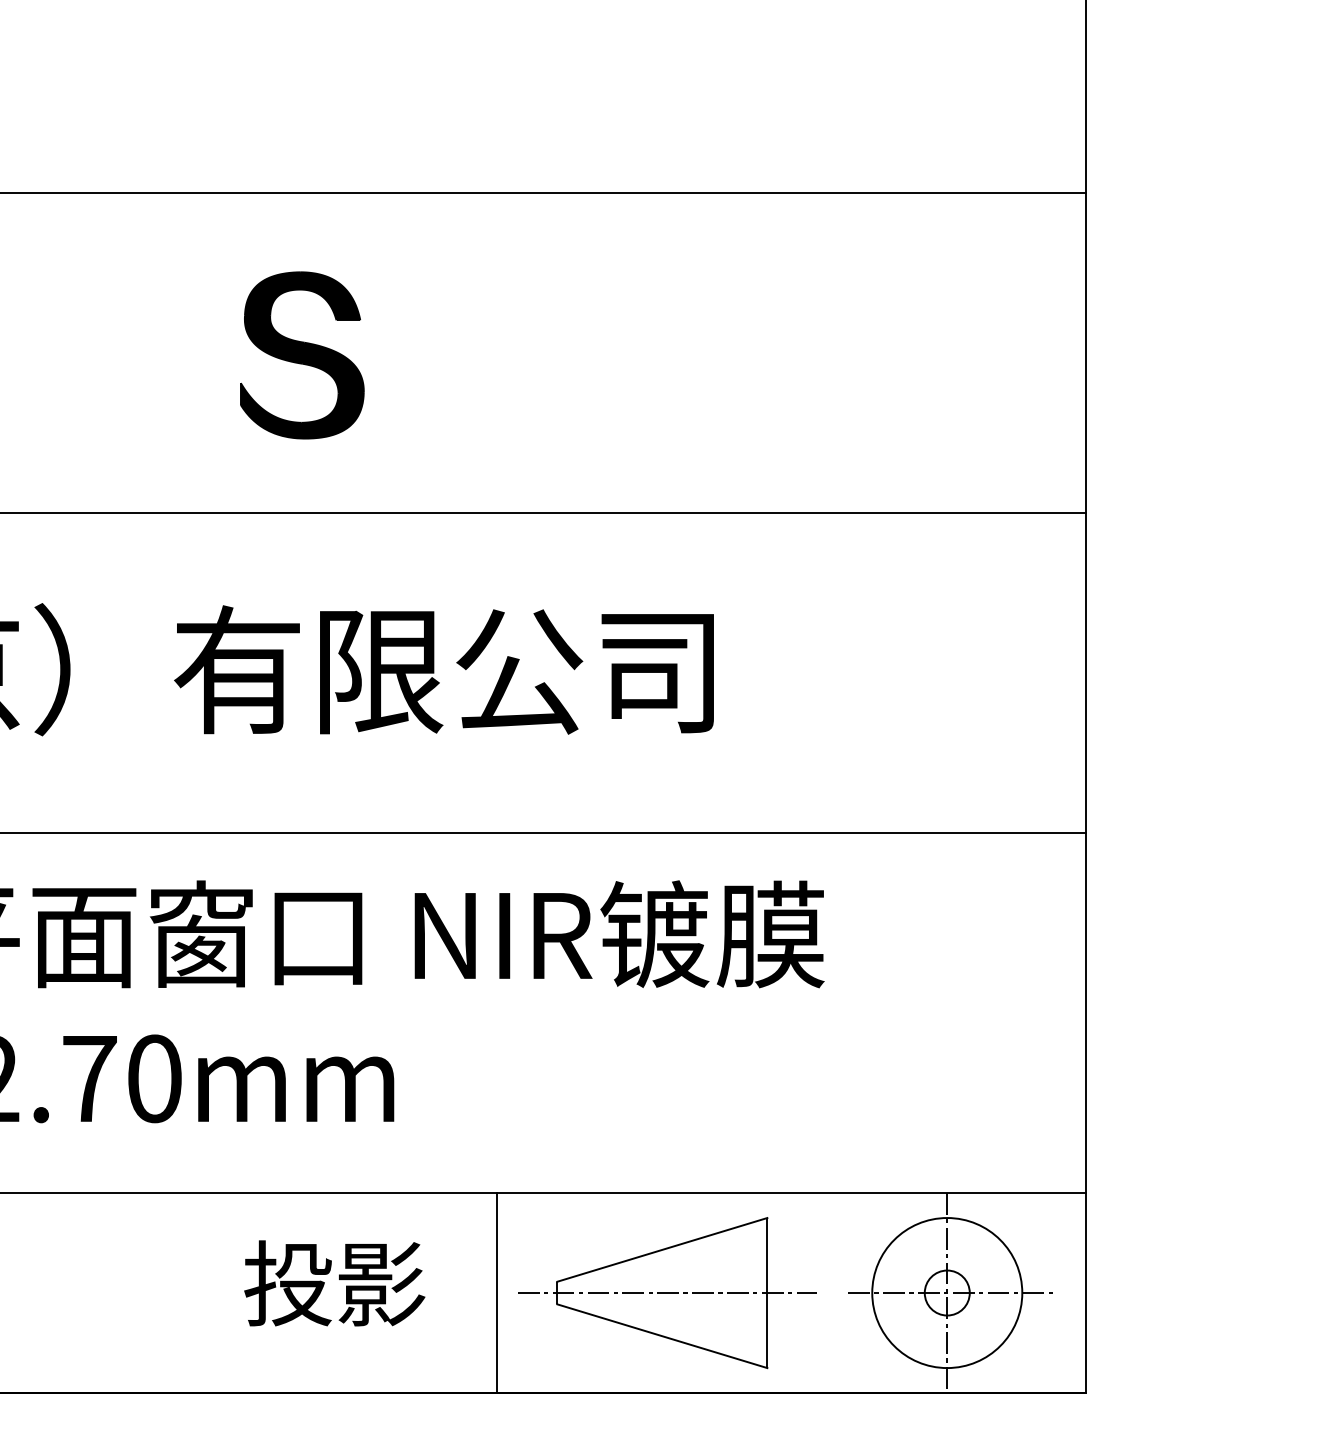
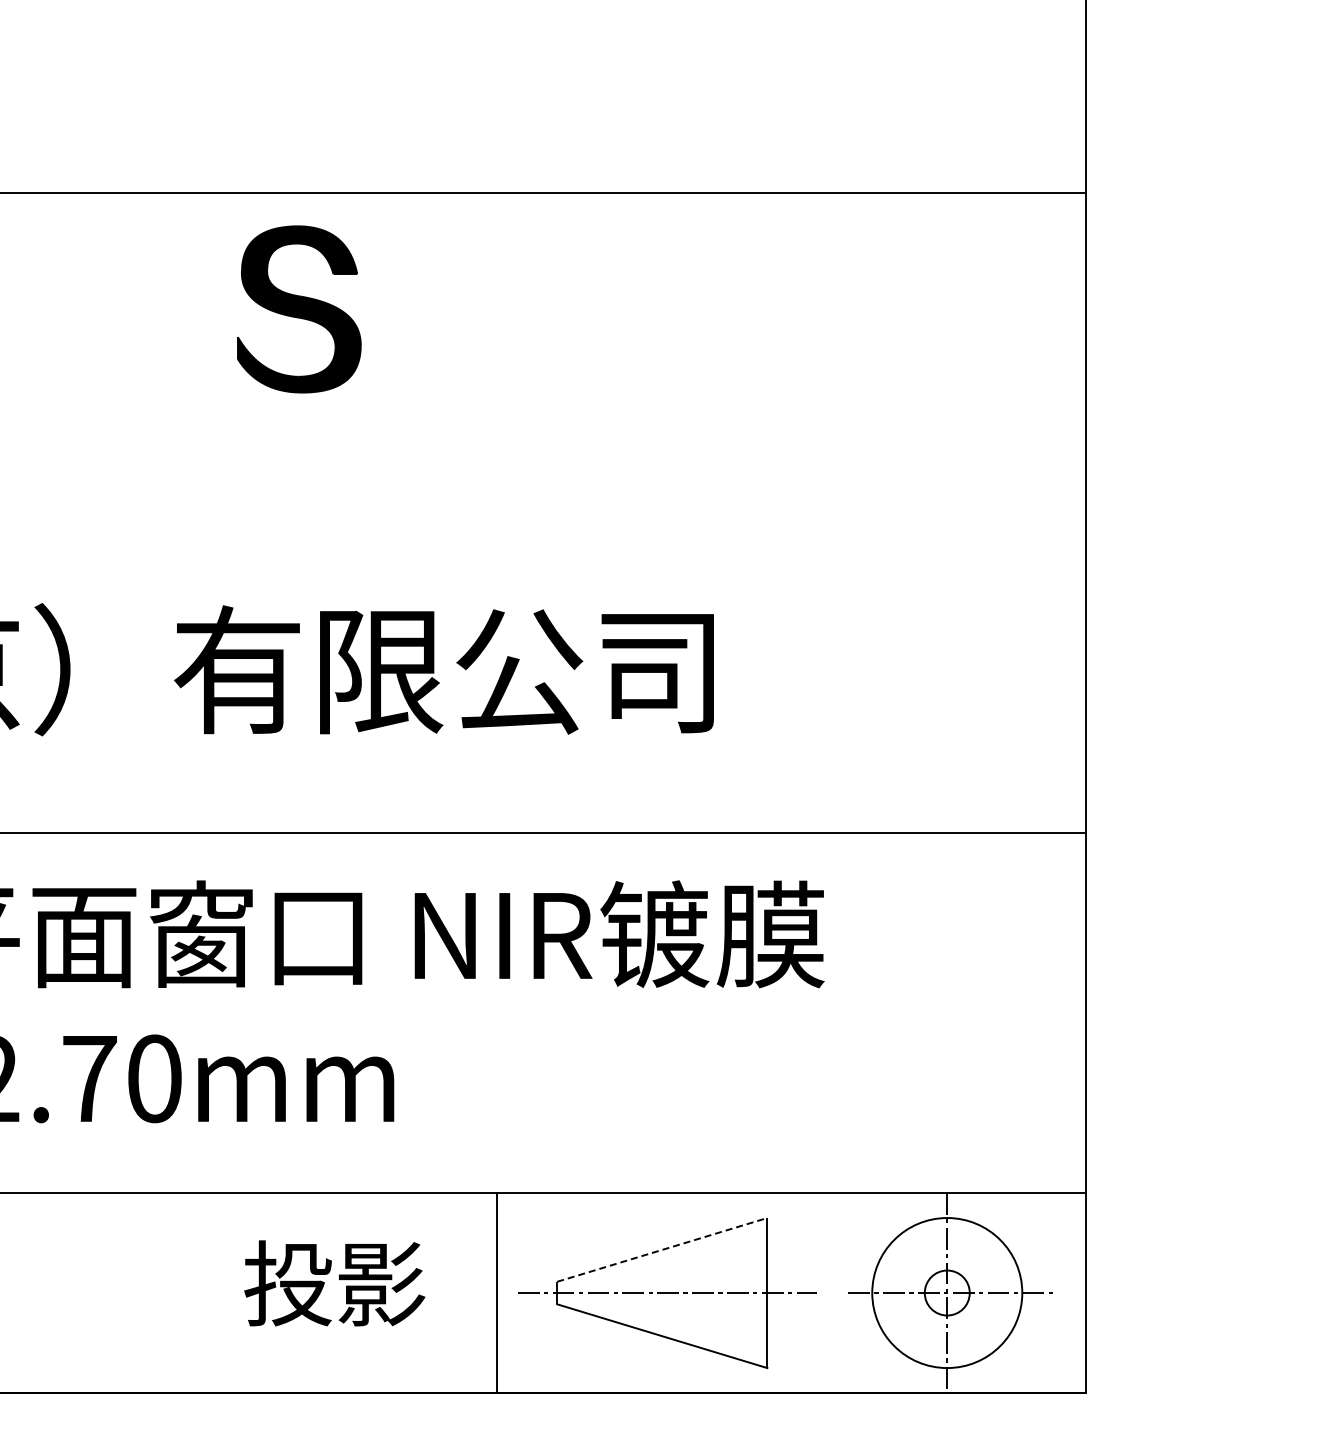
part at (302, 355) position: (302, 355) -> (299, 309)
line at (544, 512): present -> none
line at (662, 1249): solid -> dashed
